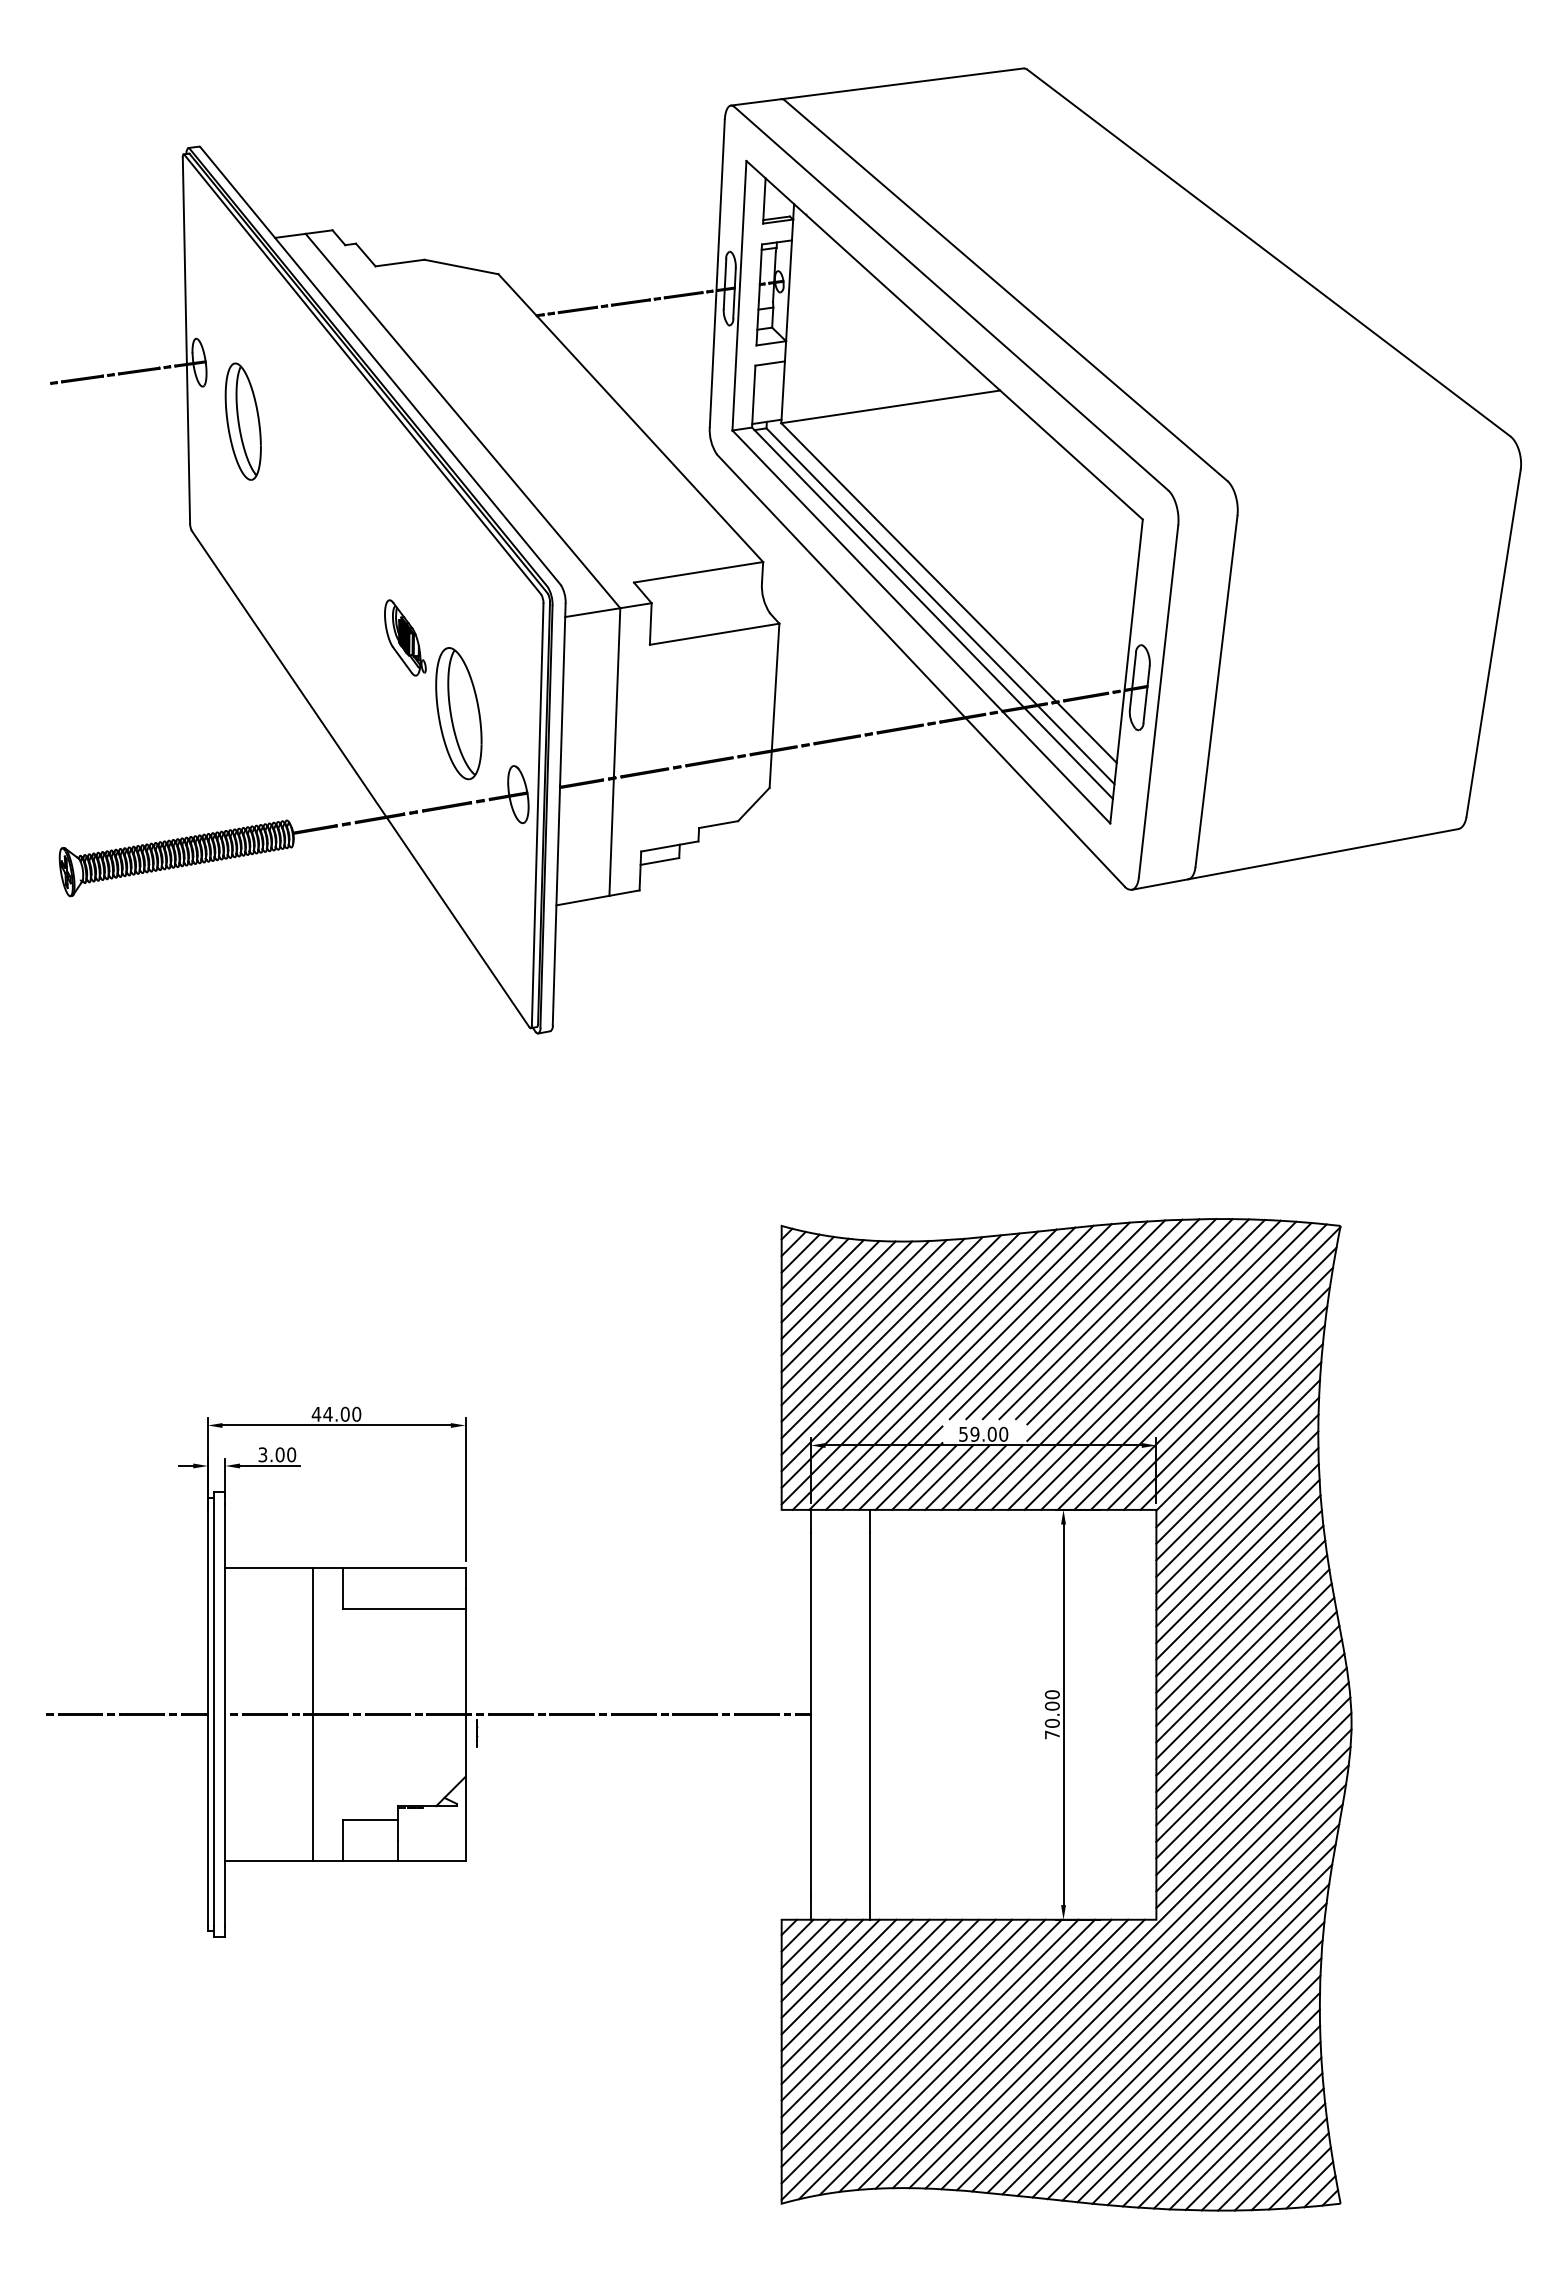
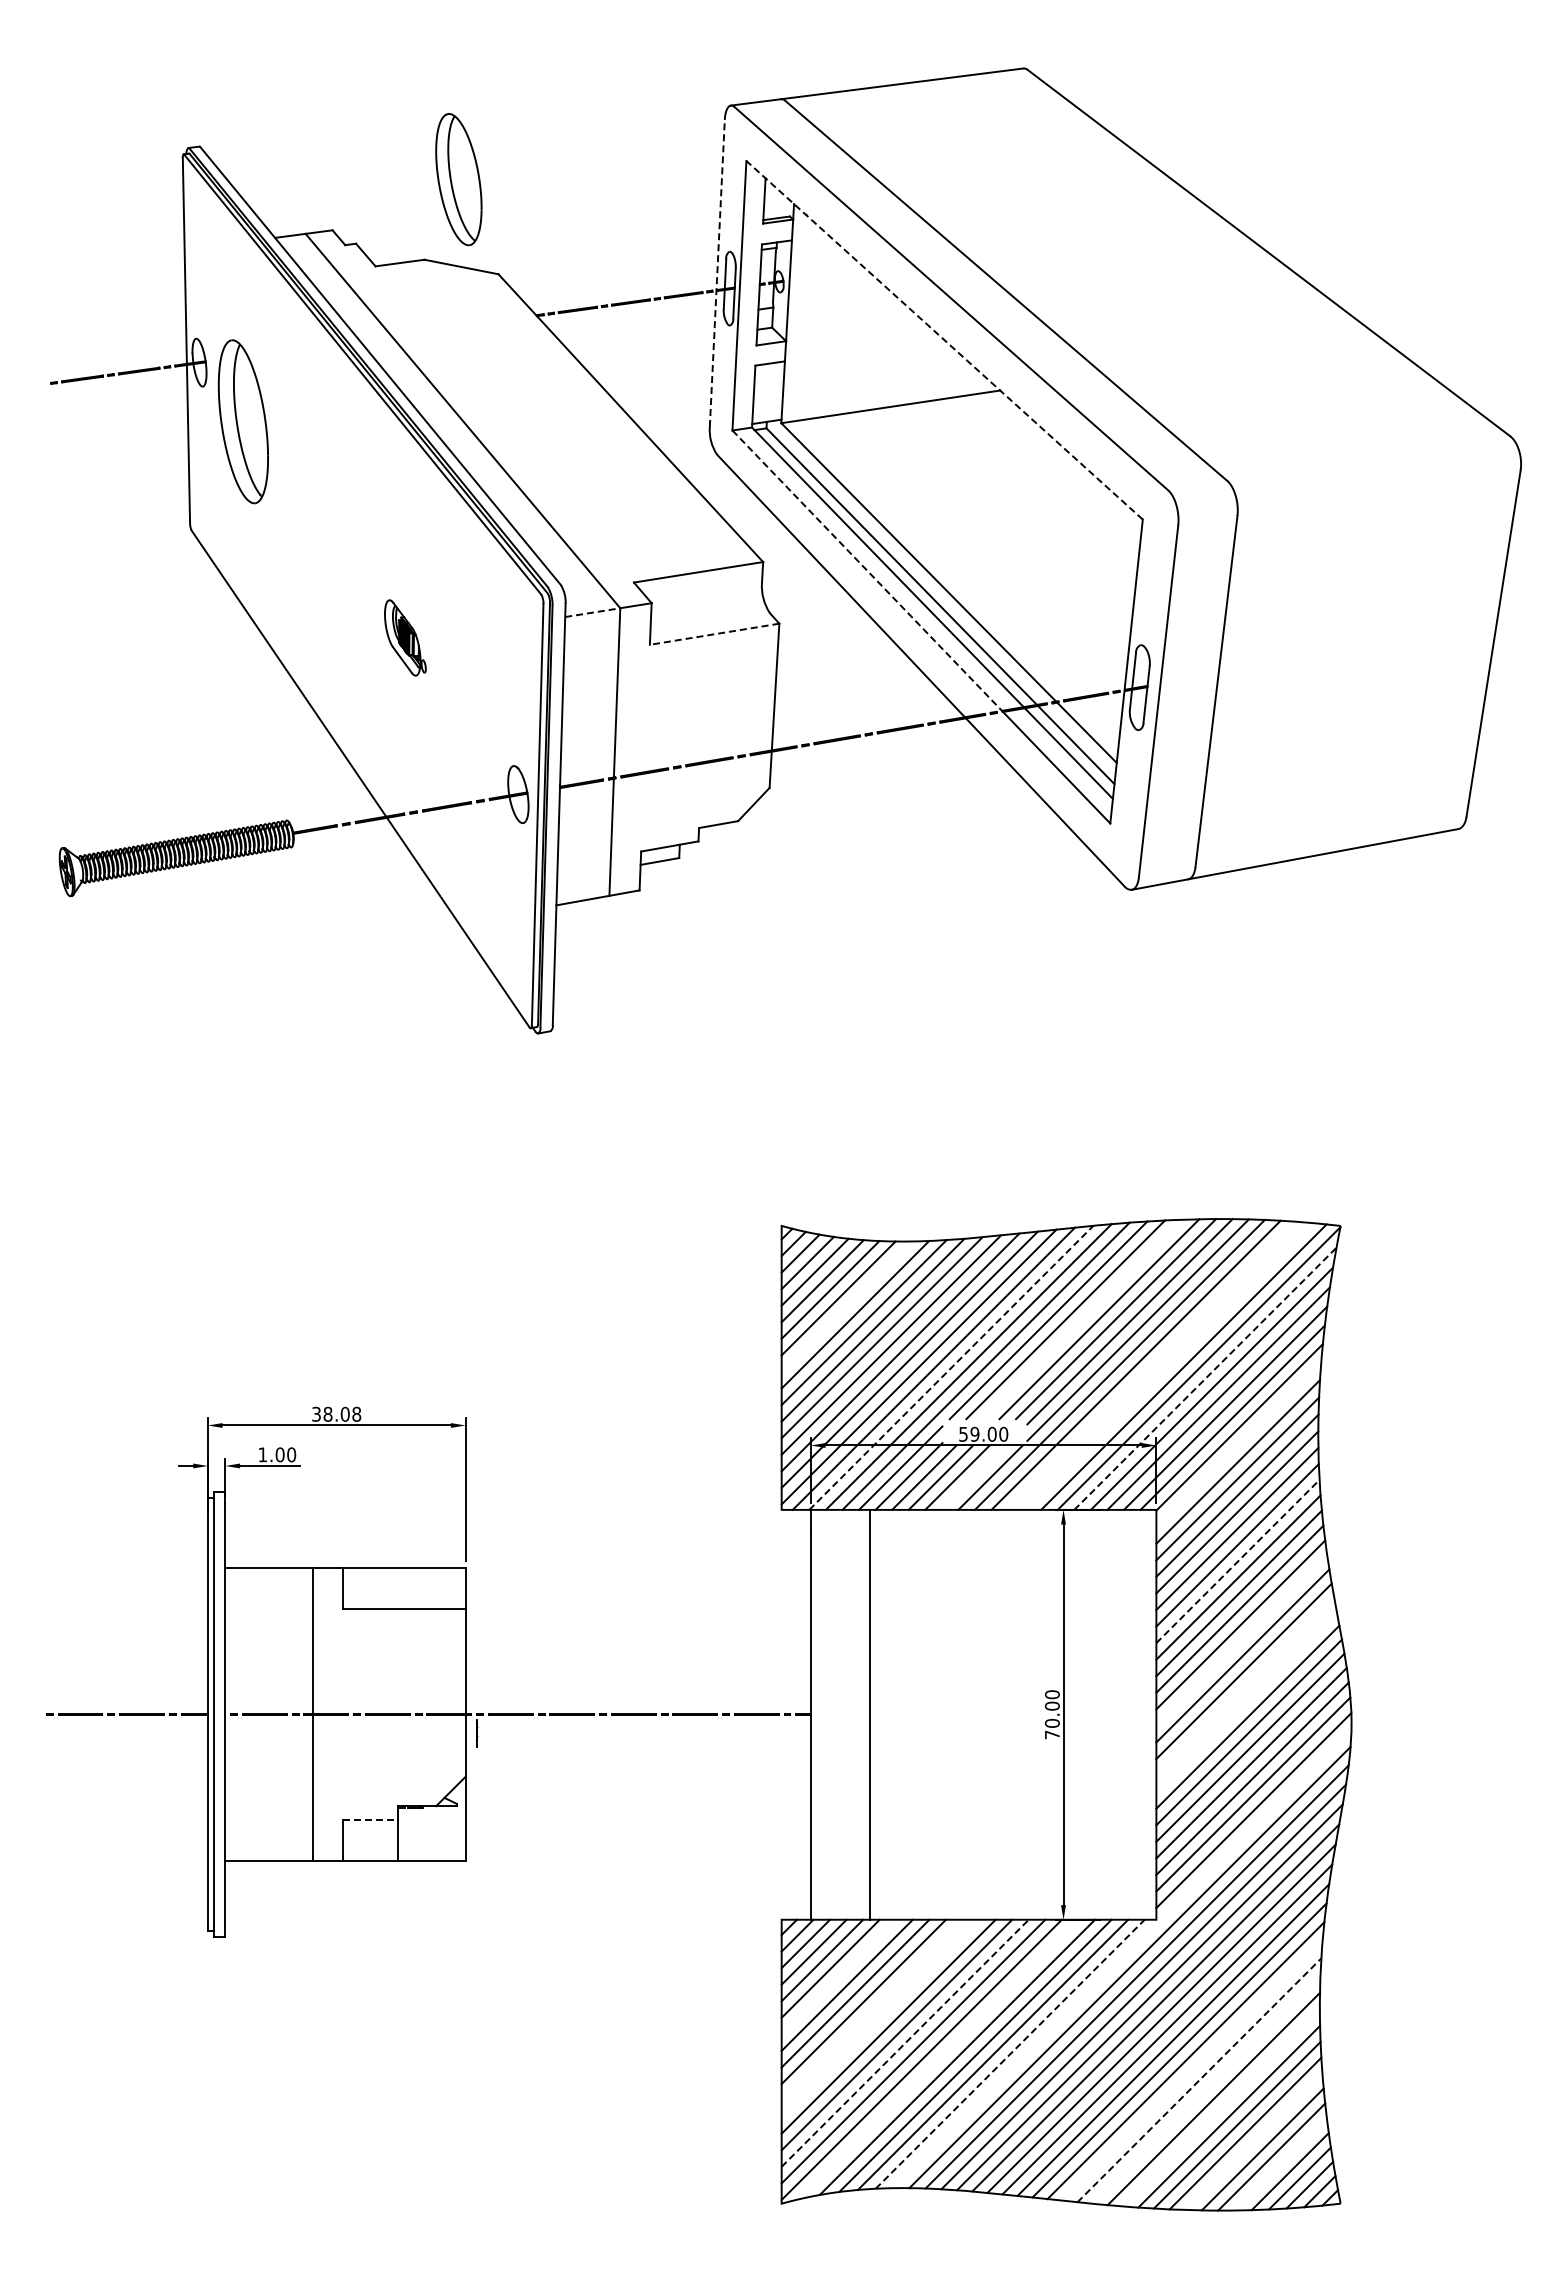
line at (717, 273): solid -> dashed
line at (944, 339): solid -> dashed
part at (242, 421) size: 38x119 px -> 52x166 px
line at (867, 570): solid -> dashed
line at (592, 612): solid -> dashed
line at (714, 634): solid -> dashed
part at (458, 713) position: (458, 713) -> (458, 179)
line at (846, 1306): present -> none
line at (1082, 1319): present -> none
line at (1152, 1365): present -> none
line at (1167, 1365): present -> none
line at (951, 1367): solid -> dashed
line at (1205, 1378): solid -> dashed
text at (336, 1413): 44.00 -> 38.08
line at (1238, 1444): present -> none
text at (262, 1454): 3.00 -> 1.00
line at (973, 1477): present -> none
line at (1238, 1561): solid -> dashed
line at (1241, 1640): present -> none
line at (1245, 1686): present -> none
line at (1246, 1701): present -> none
line at (370, 1820): solid -> dashed
line at (1121, 1958): present -> none
line at (838, 1976): present -> none
line at (871, 2009): present -> none
line at (880, 2018): present -> none
line at (905, 2043): solid -> dashed
line at (1010, 2053): solid -> dashed
line at (938, 2059): present -> none
line at (1192, 2070): present -> none
line at (1199, 2080): solid -> dashed
line at (1206, 2089): present -> none
line at (1220, 2107): present -> none
line at (1253, 2141): present -> none
line at (1280, 2164): present -> none
